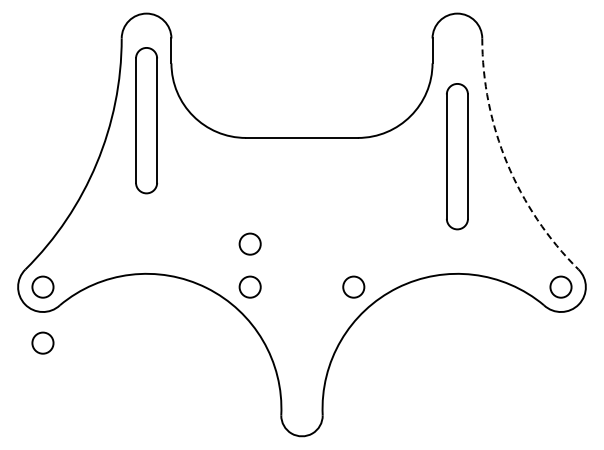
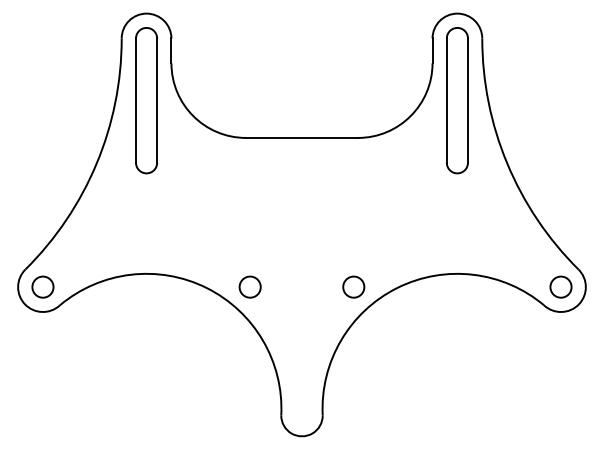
part at (146, 120) position: (146, 120) -> (146, 100)
part at (457, 156) position: (457, 156) -> (457, 100)
arc at (507, 163): dashed -> solid
circle at (249, 243): present -> none
circle at (42, 342): present -> none
